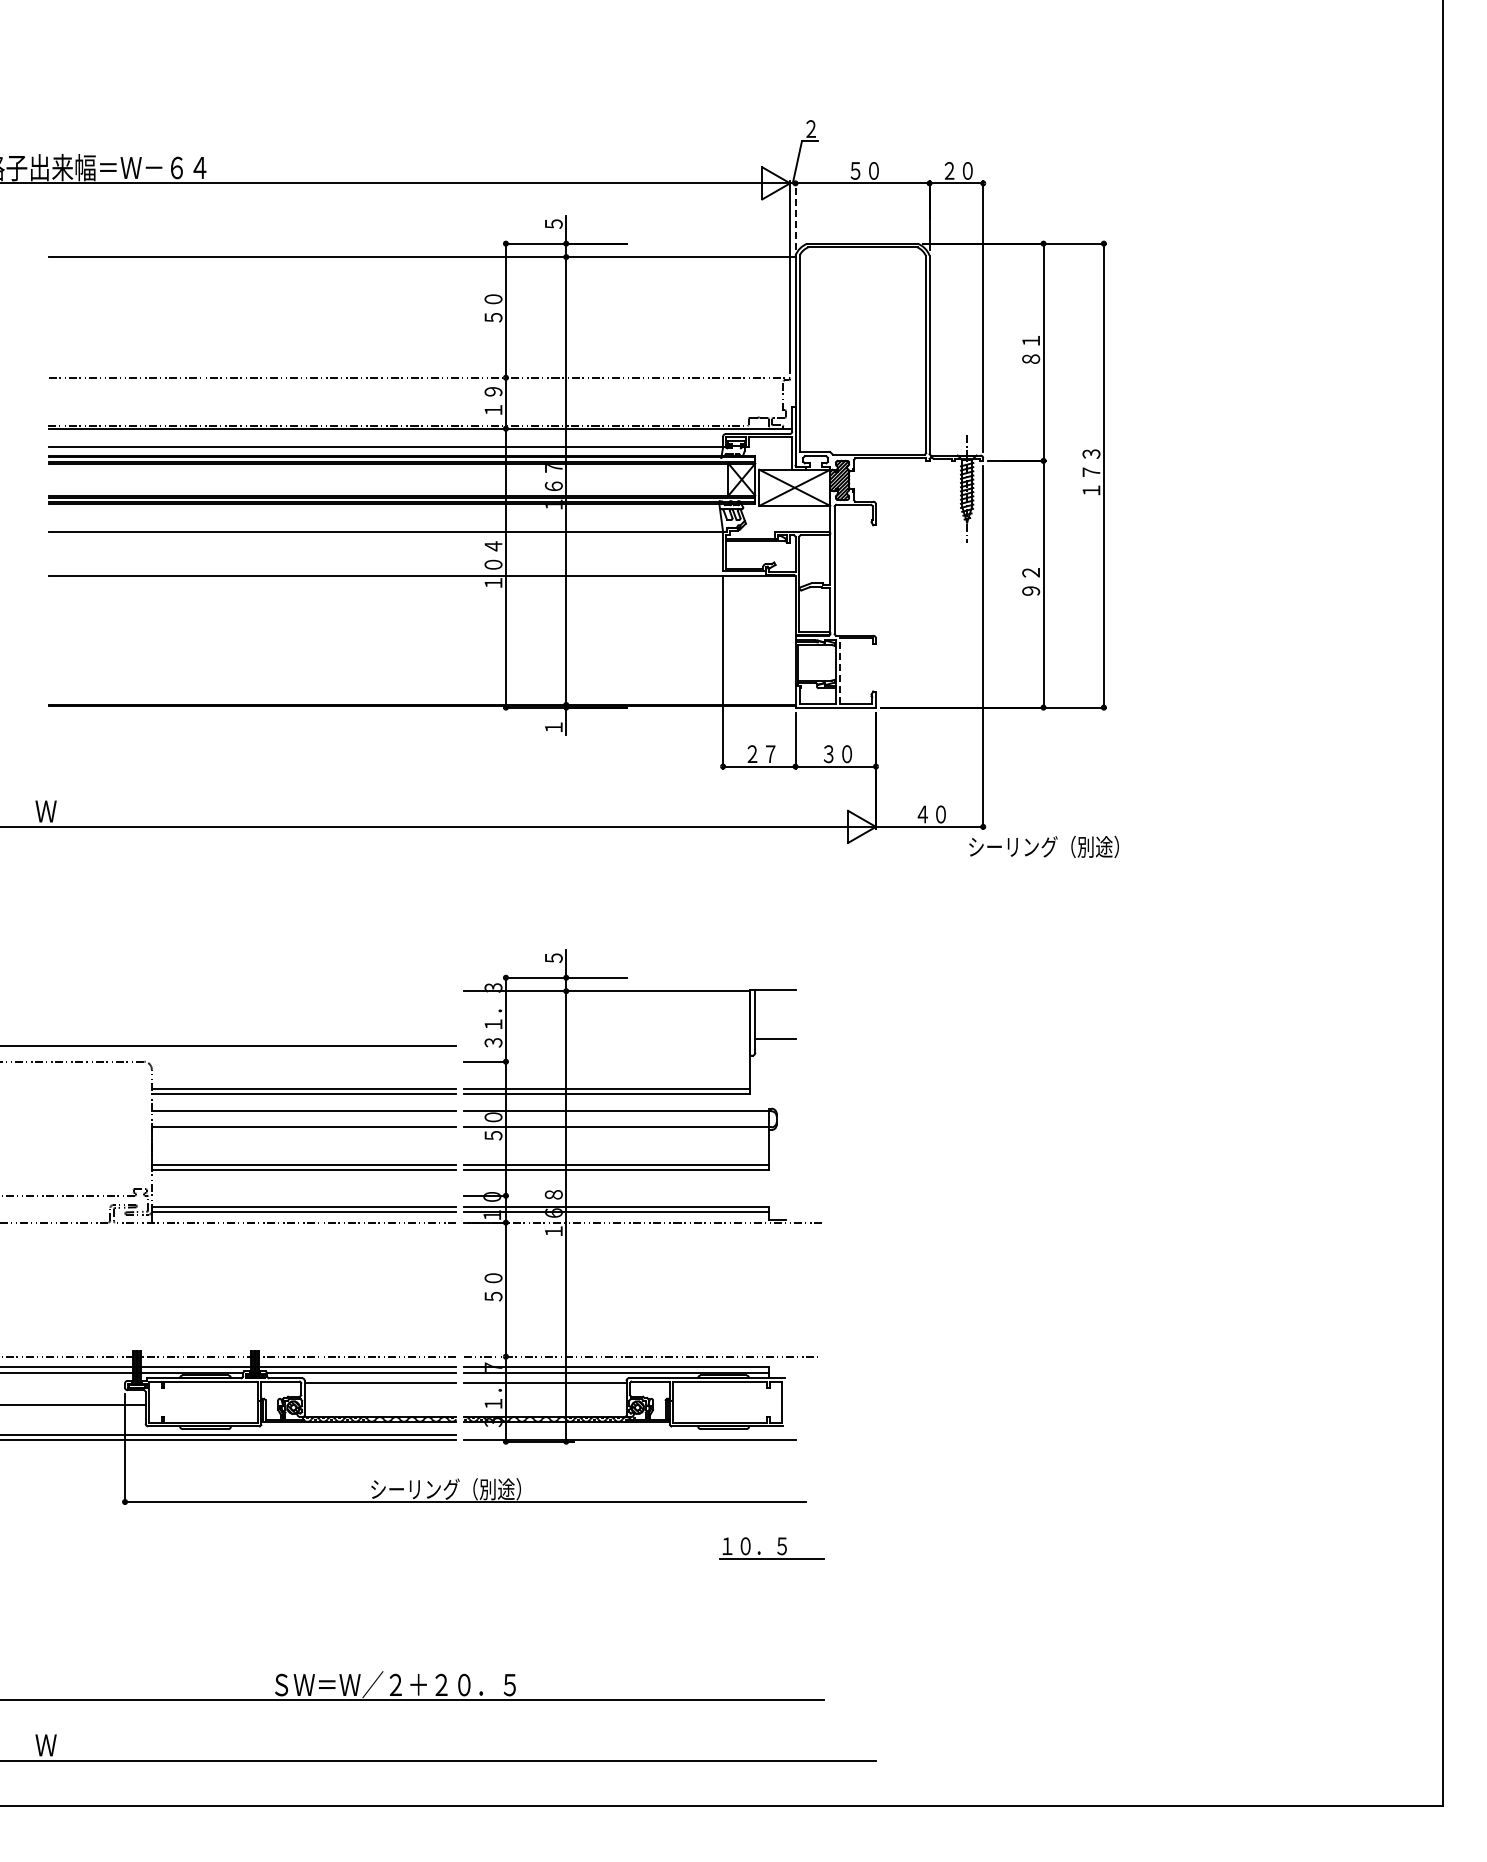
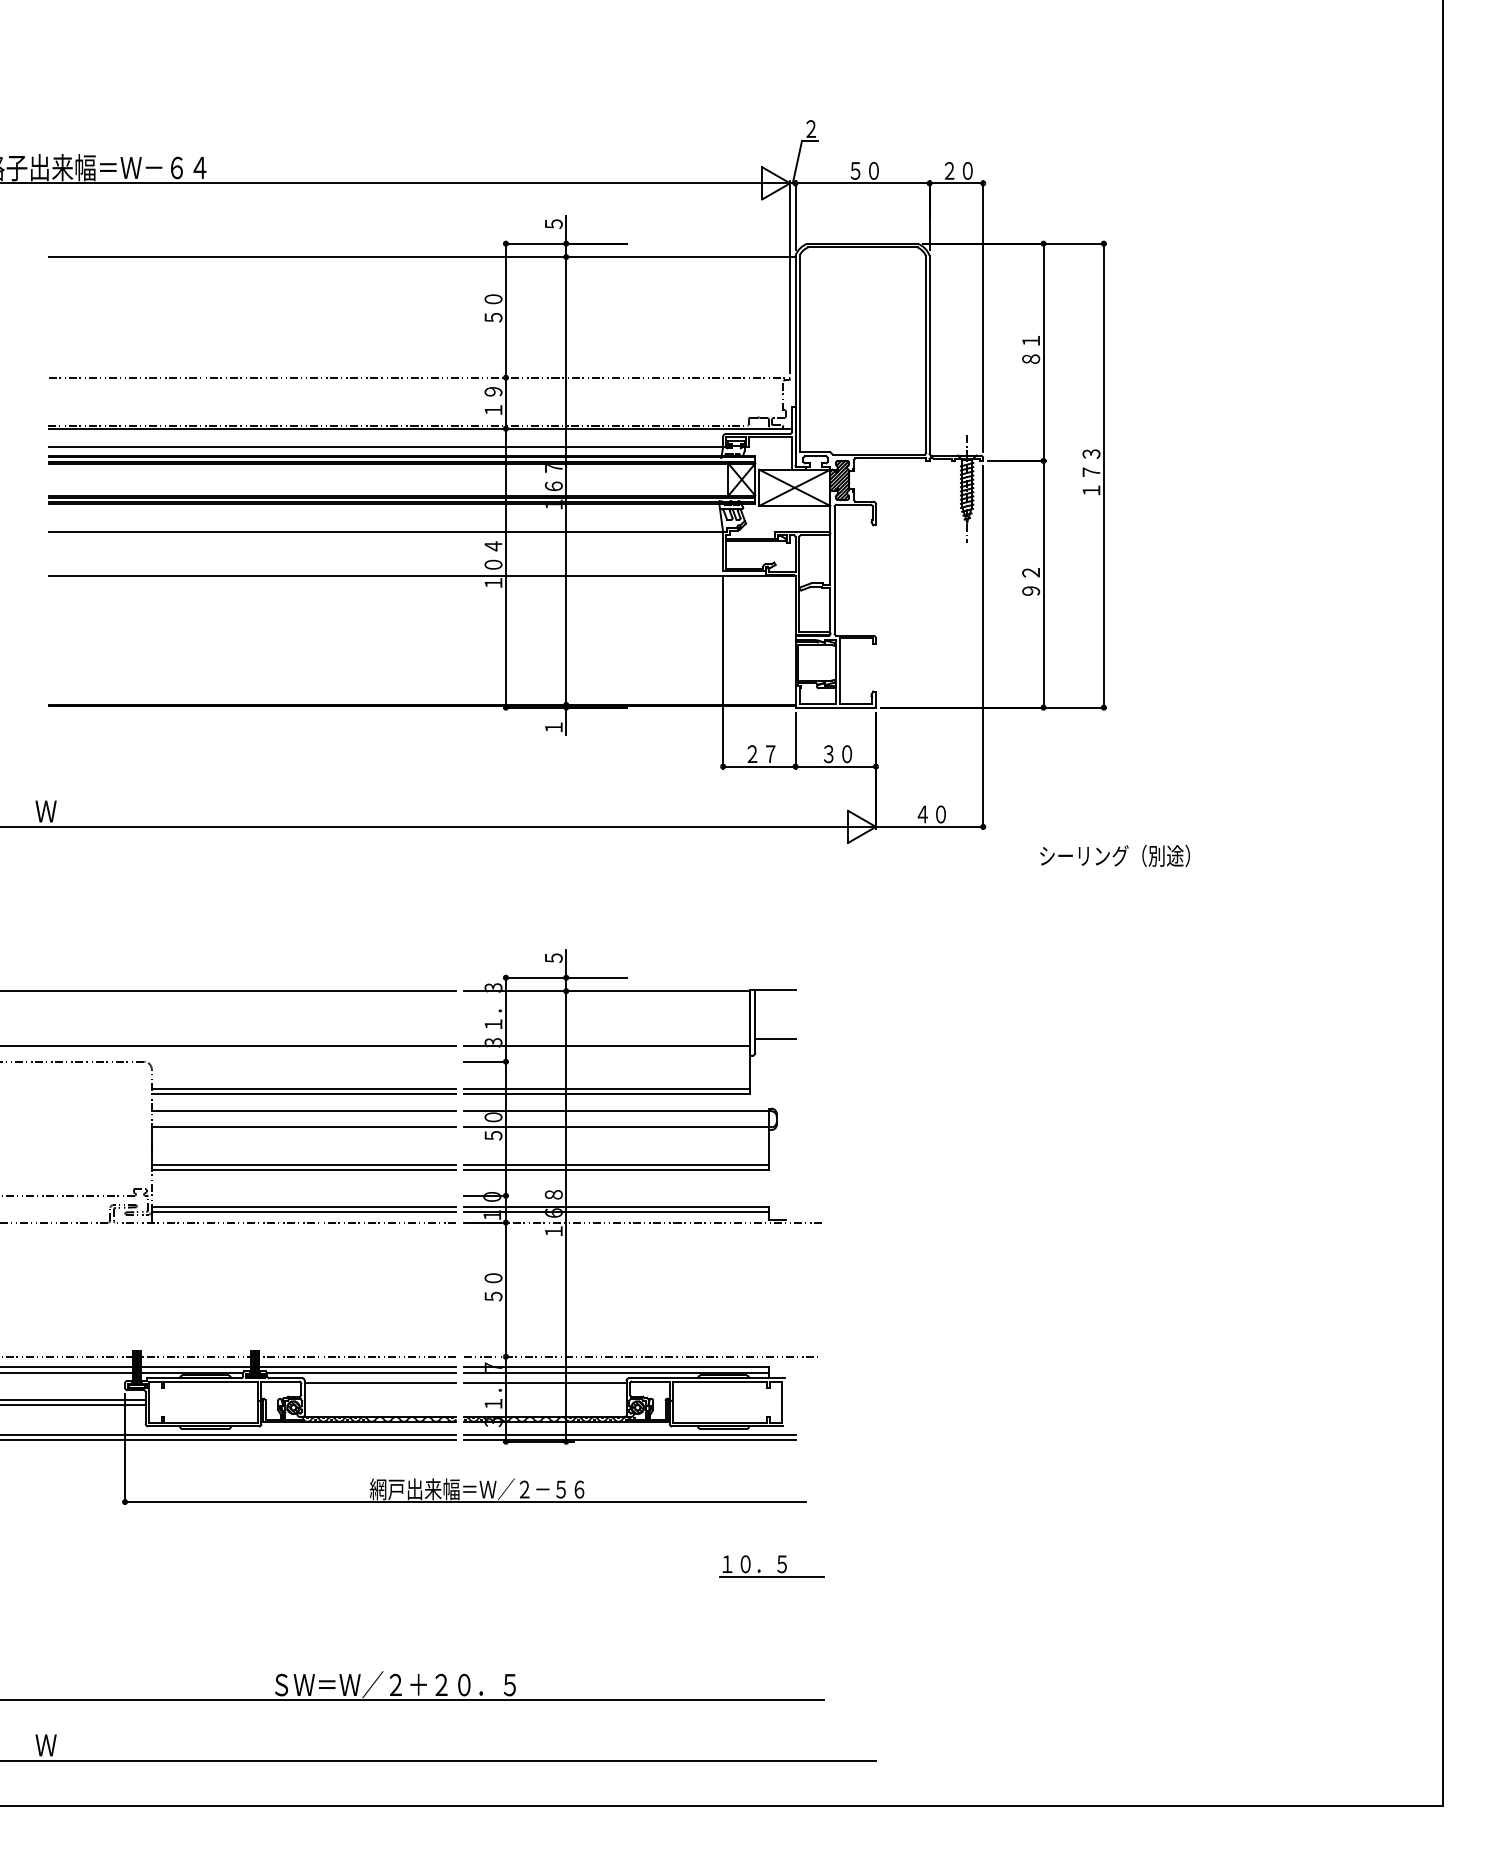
line at (795, 215): dashed -> solid
line at (840, 671): dashed -> solid
text at (1043, 846) position: (1043, 846) -> (1114, 855)
line at (229, 991): none -> present
line at (606, 1046): none -> present
line at (73, 1399): none -> present
line at (629, 1435): none -> present
text at (476, 1489): シーリング（別途） -> 網戸出来幅＝Ｗ／２－５６
part at (777, 1551) position: (777, 1551) -> (777, 1569)
